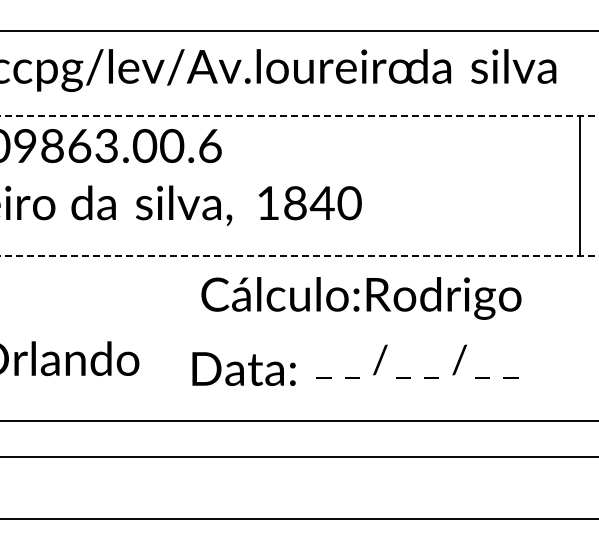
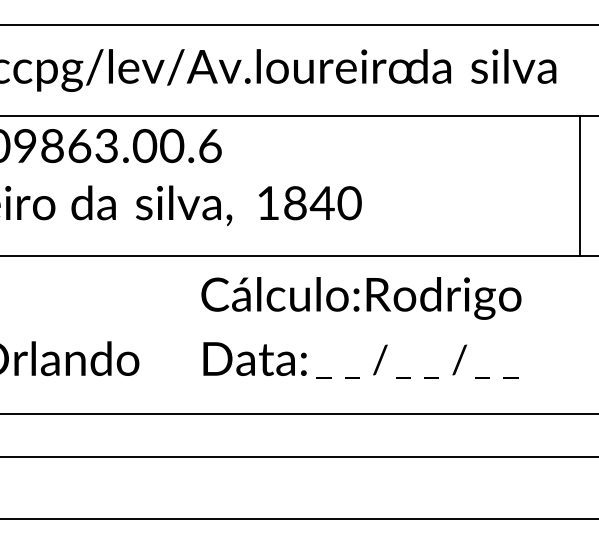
line at (298, 31) position: (298, 31) -> (298, 25)
line at (299, 116): dashed -> solid
line at (299, 256): dashed -> solid
text at (243, 368) position: (243, 368) -> (254, 358)
line at (298, 420) position: (298, 420) -> (298, 413)
